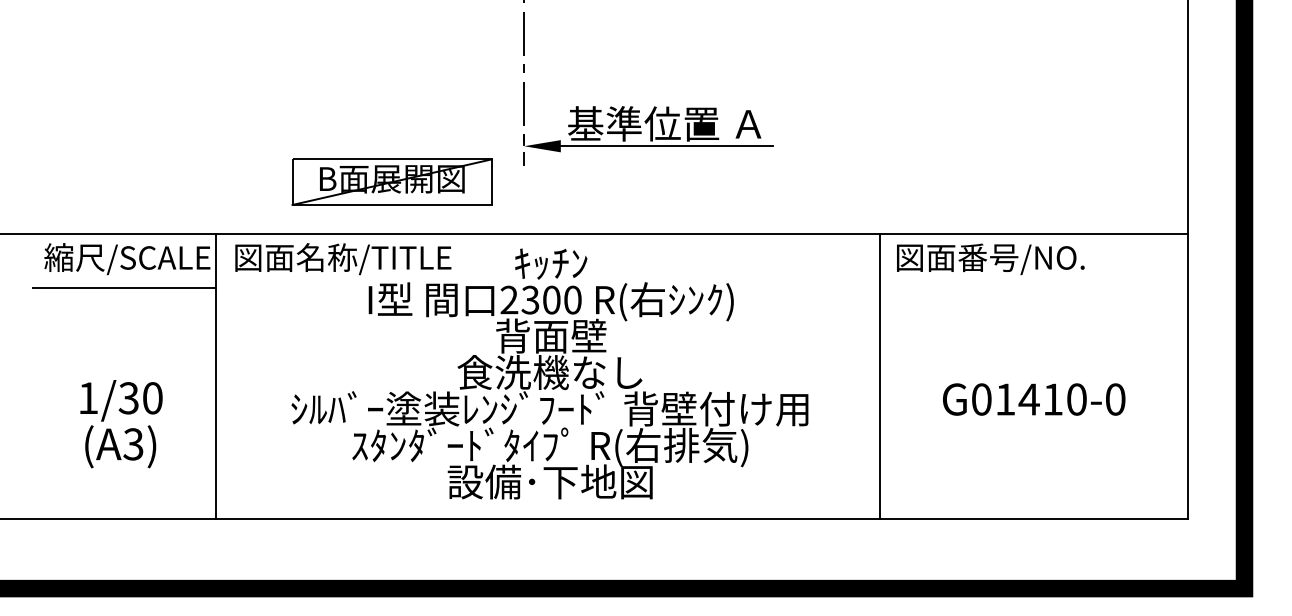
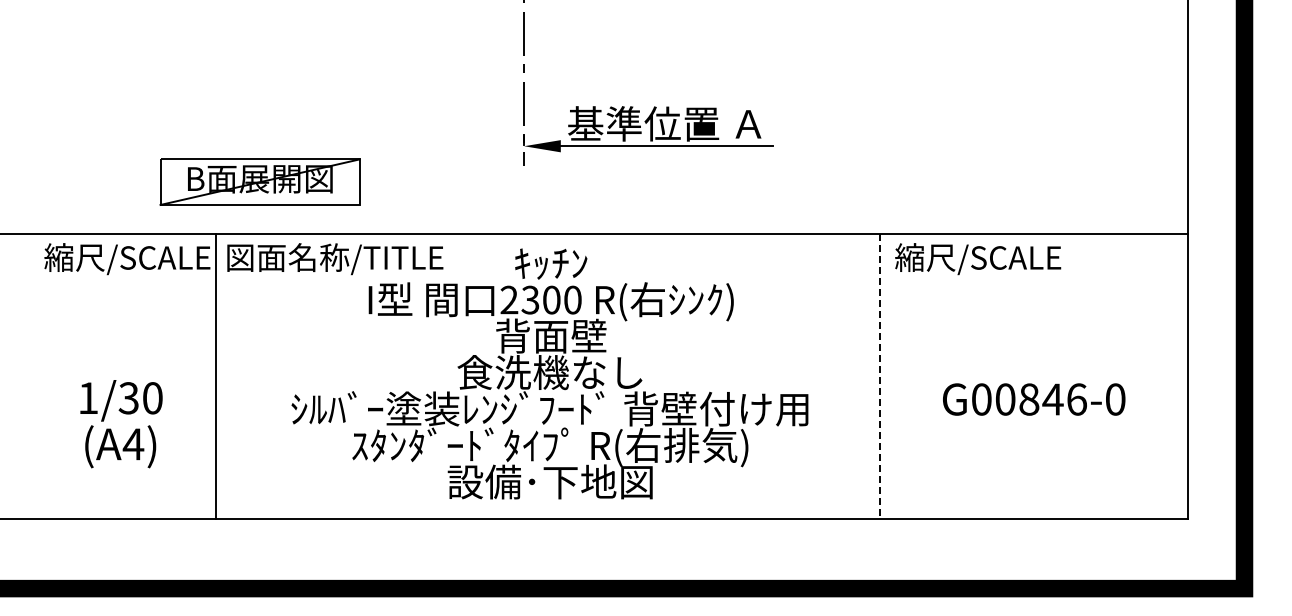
part at (391, 181) position: (391, 181) -> (259, 181)
text at (343, 259) position: (343, 259) -> (335, 259)
text at (989, 259): 図面番号/NO. -> 縮尺/SCALE
line at (124, 287): present -> none
line at (880, 376): solid -> dashed
text at (1041, 399): G01410-0 -> G00846-0
text at (133, 444): (A3) -> (A4)
